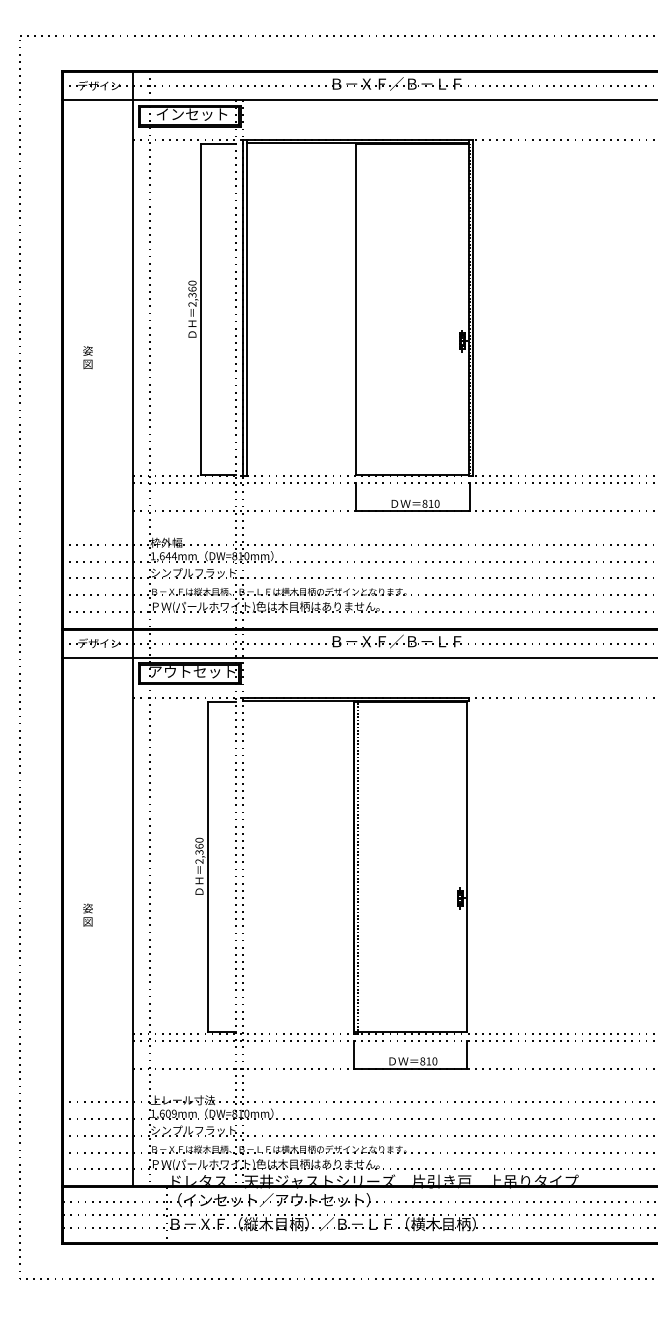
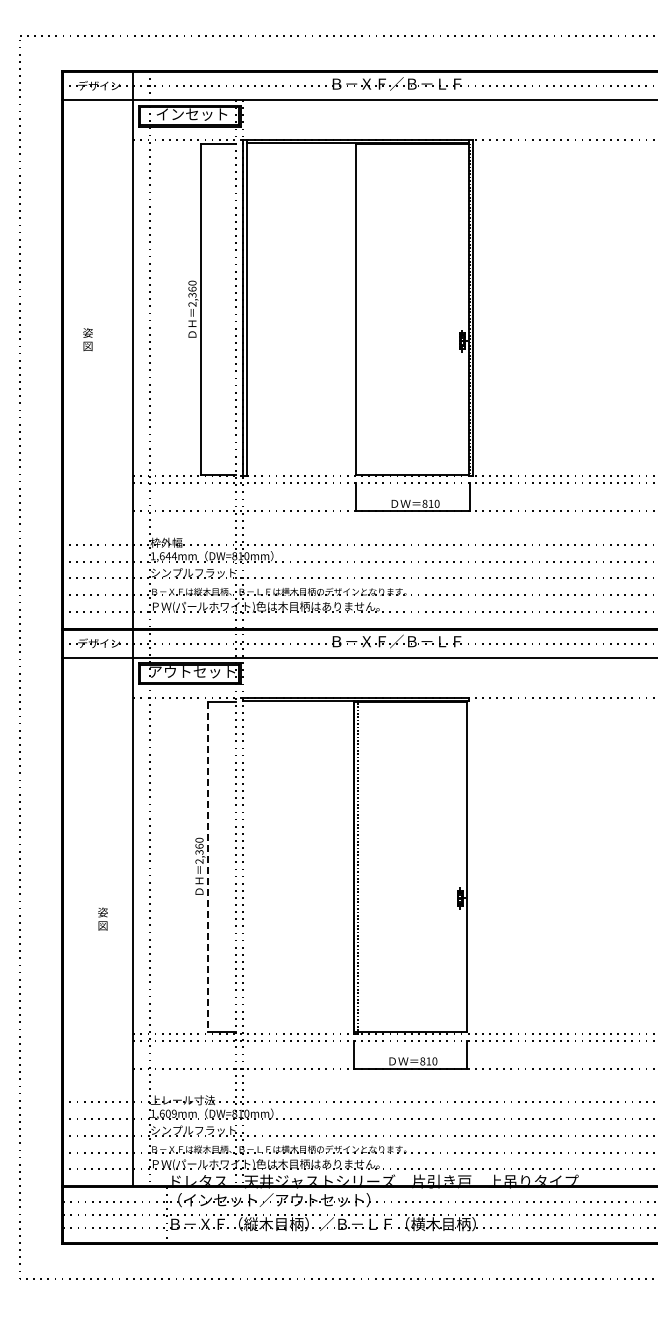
text at (87, 357) position: (87, 357) -> (87, 339)
line at (208, 867): solid -> dashed
text at (87, 914) position: (87, 914) -> (102, 918)
